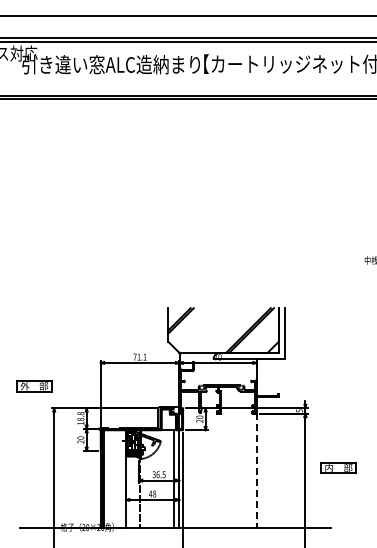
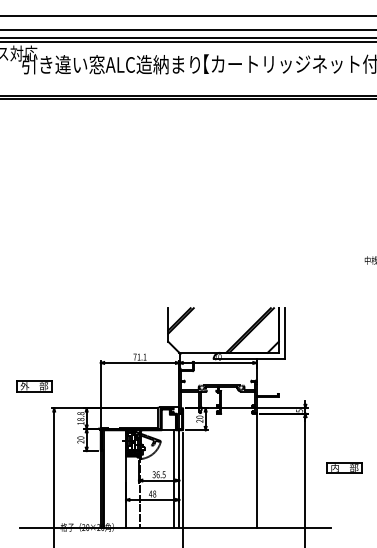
line at (187, 29): none -> present
part at (338, 467) position: (338, 467) -> (344, 467)
line at (256, 470): dashed -> solid
